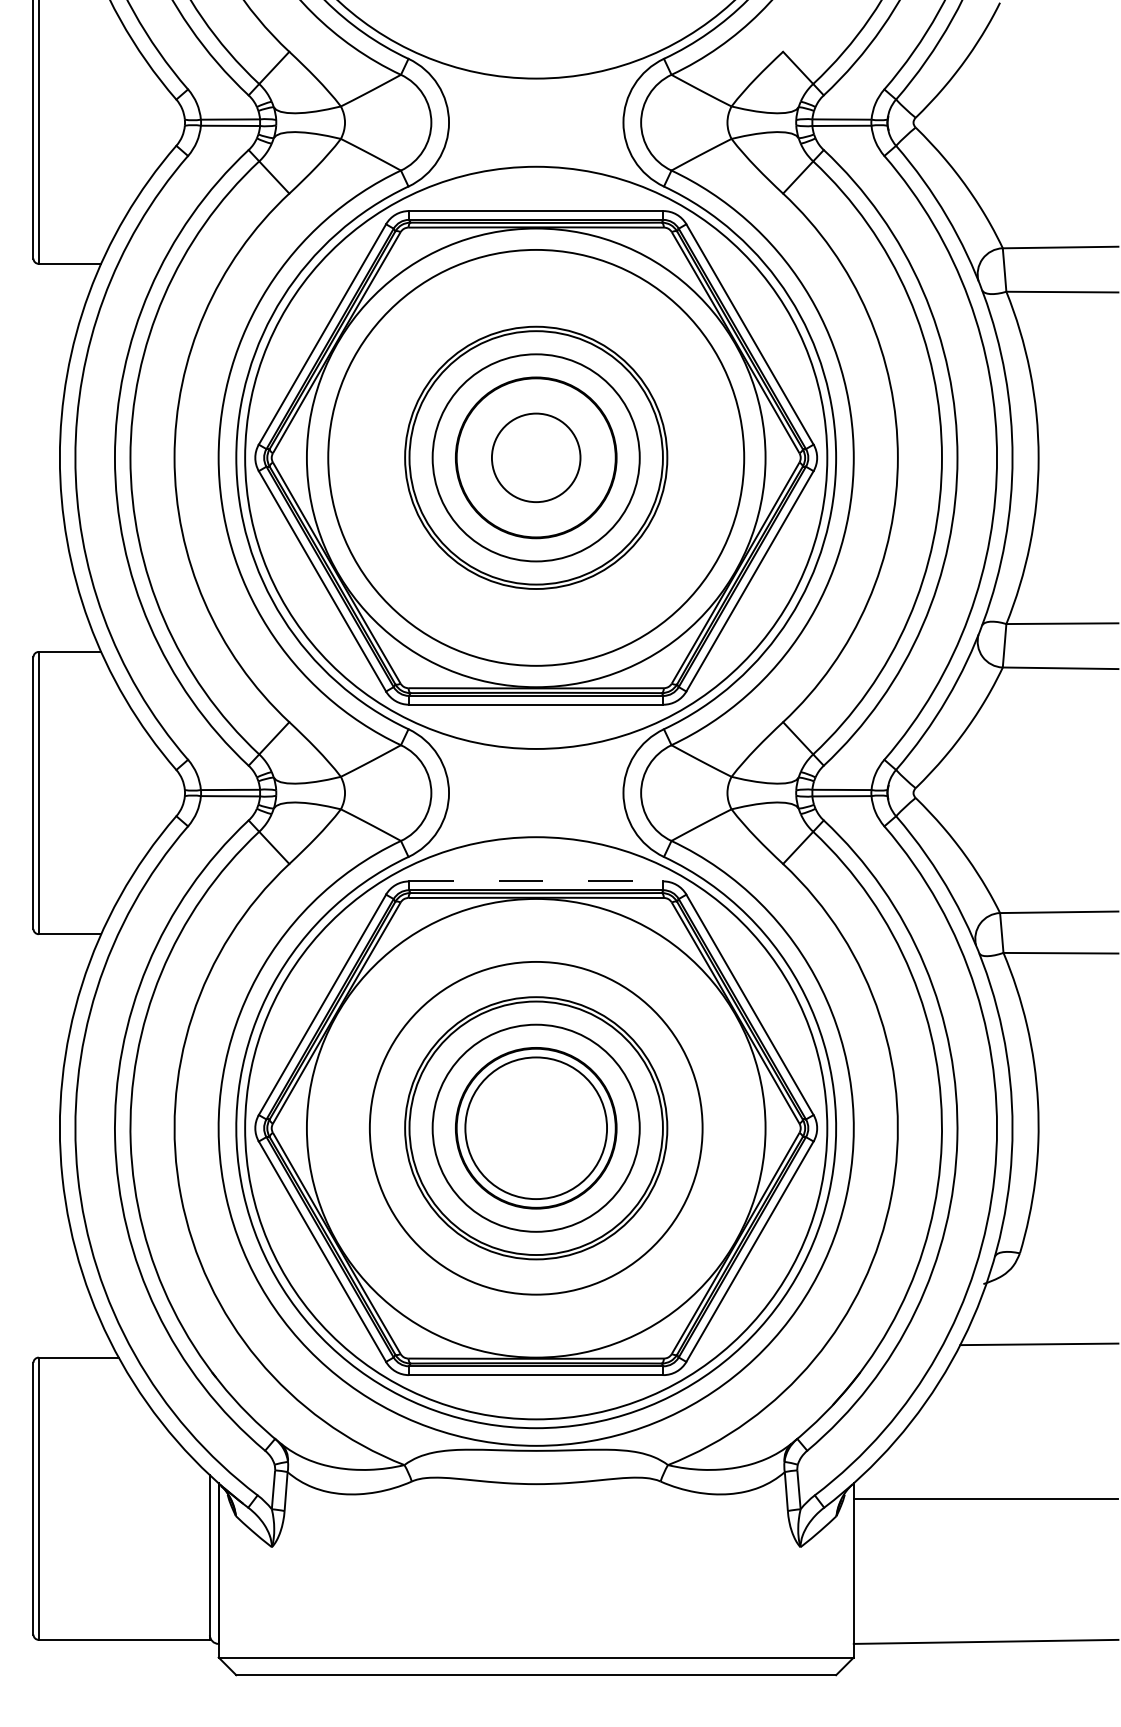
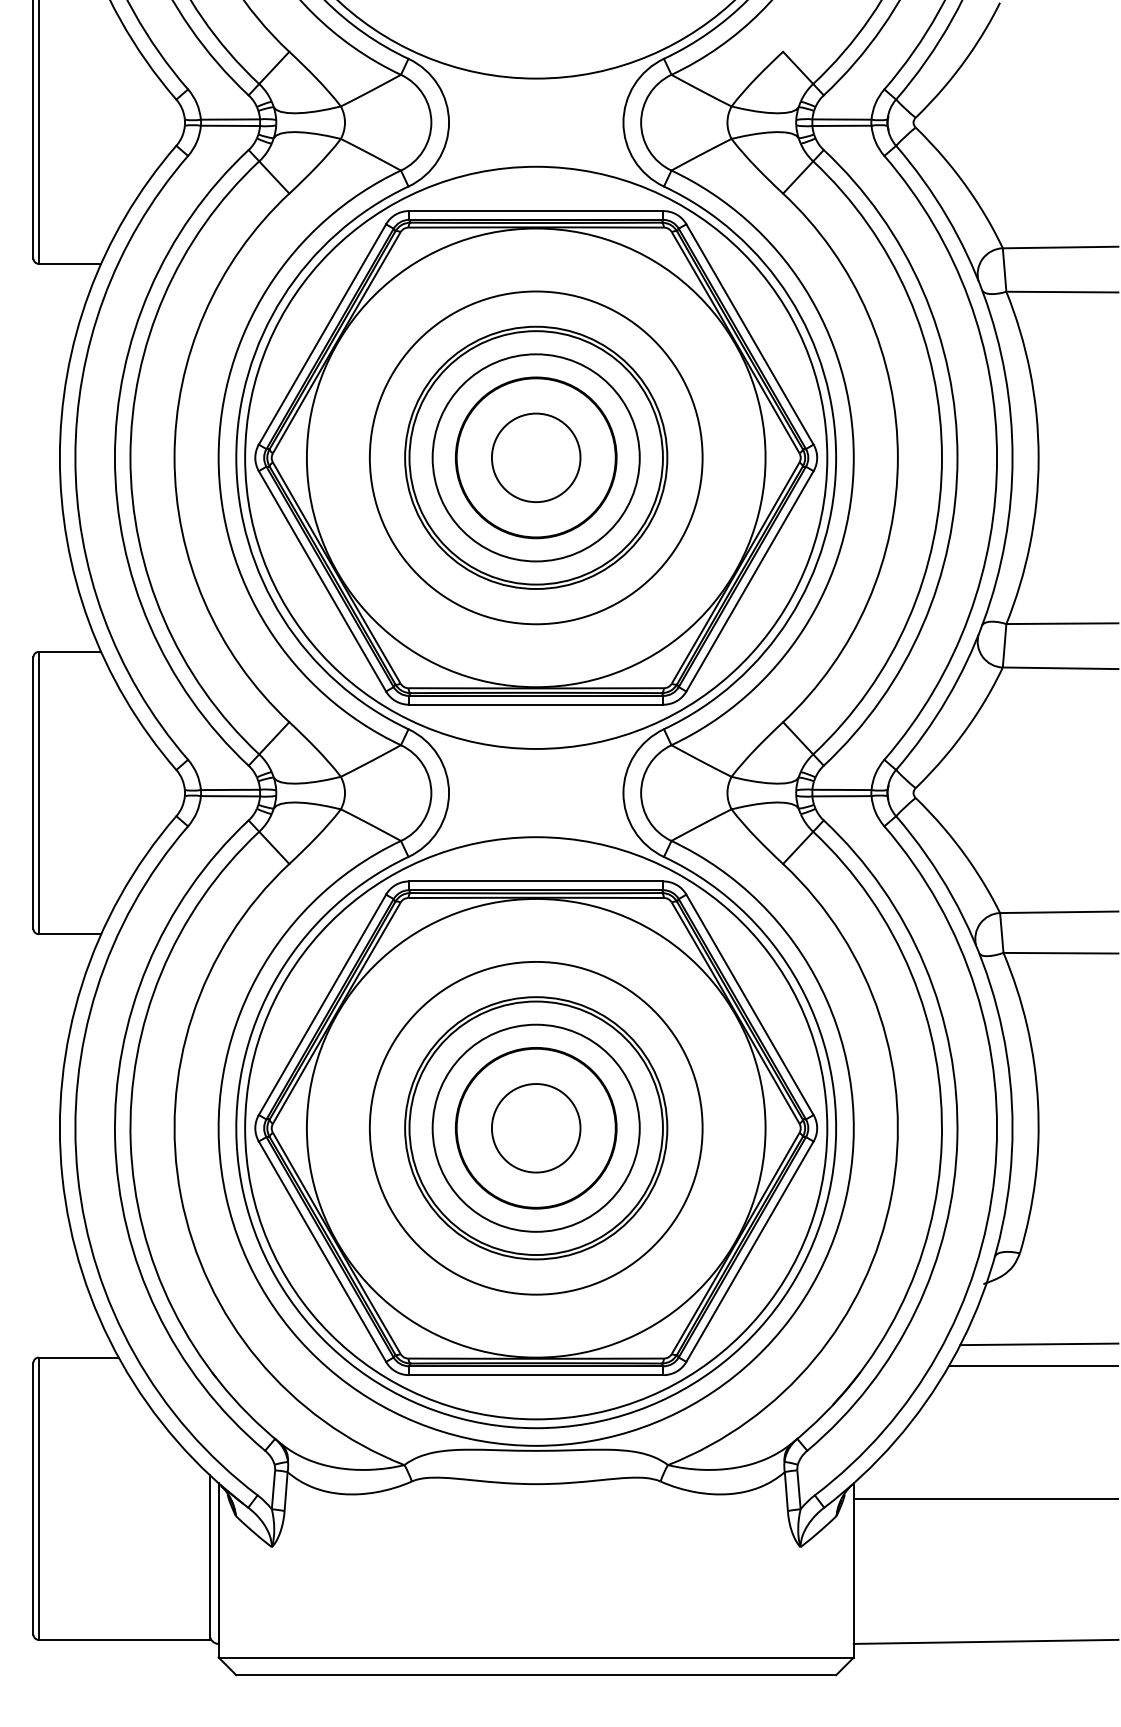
circle at (536, 457) diameter: 416 px -> 333 px
line at (536, 881): dashed -> solid
circle at (536, 1128) diameter: 142 px -> 89 px
line at (1033, 1365): none -> present
